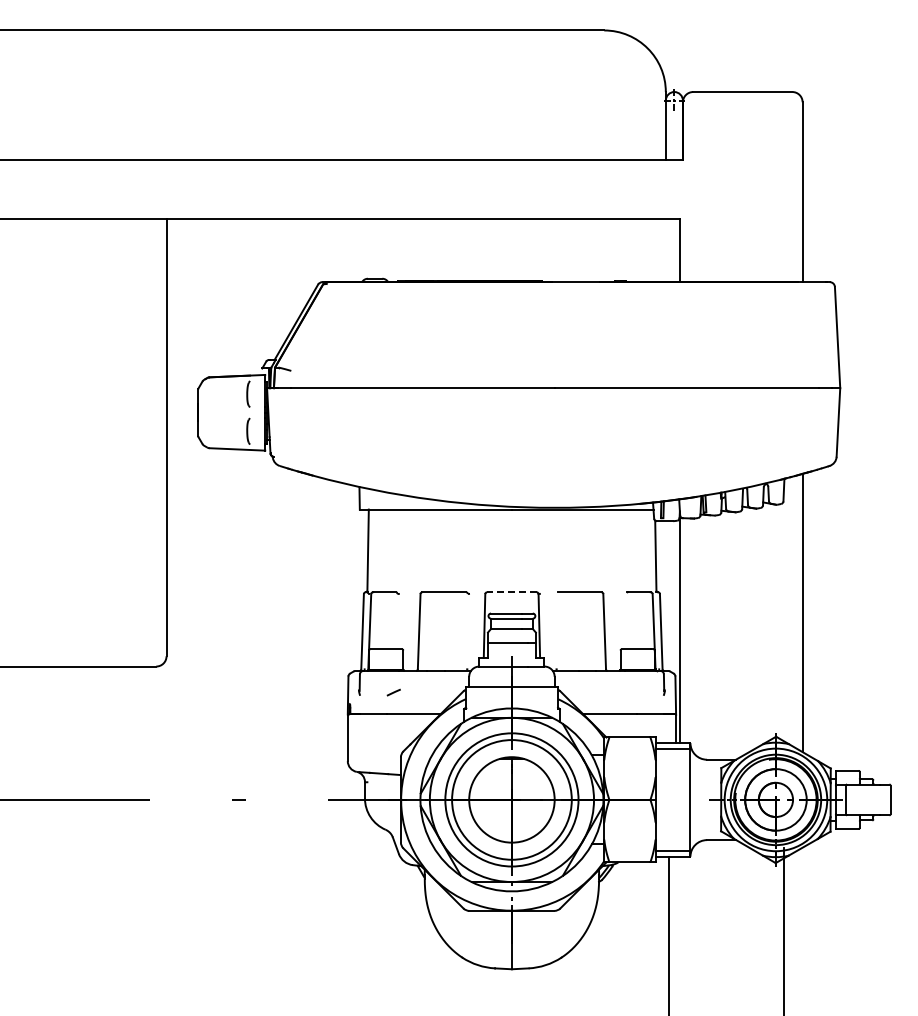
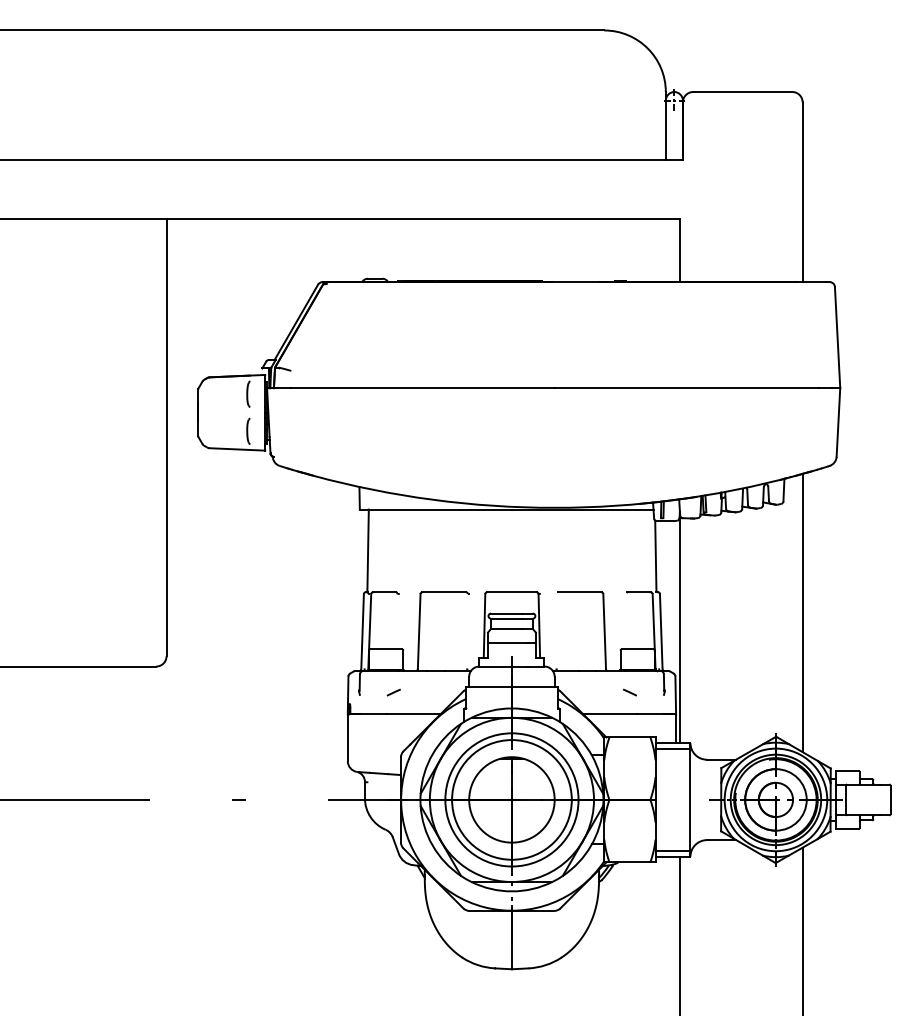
line at (511, 592): dashed -> solid
line at (629, 692): none -> present
line at (783, 929) position: (783, 929) -> (802, 929)
line at (668, 934) position: (668, 934) -> (679, 934)
